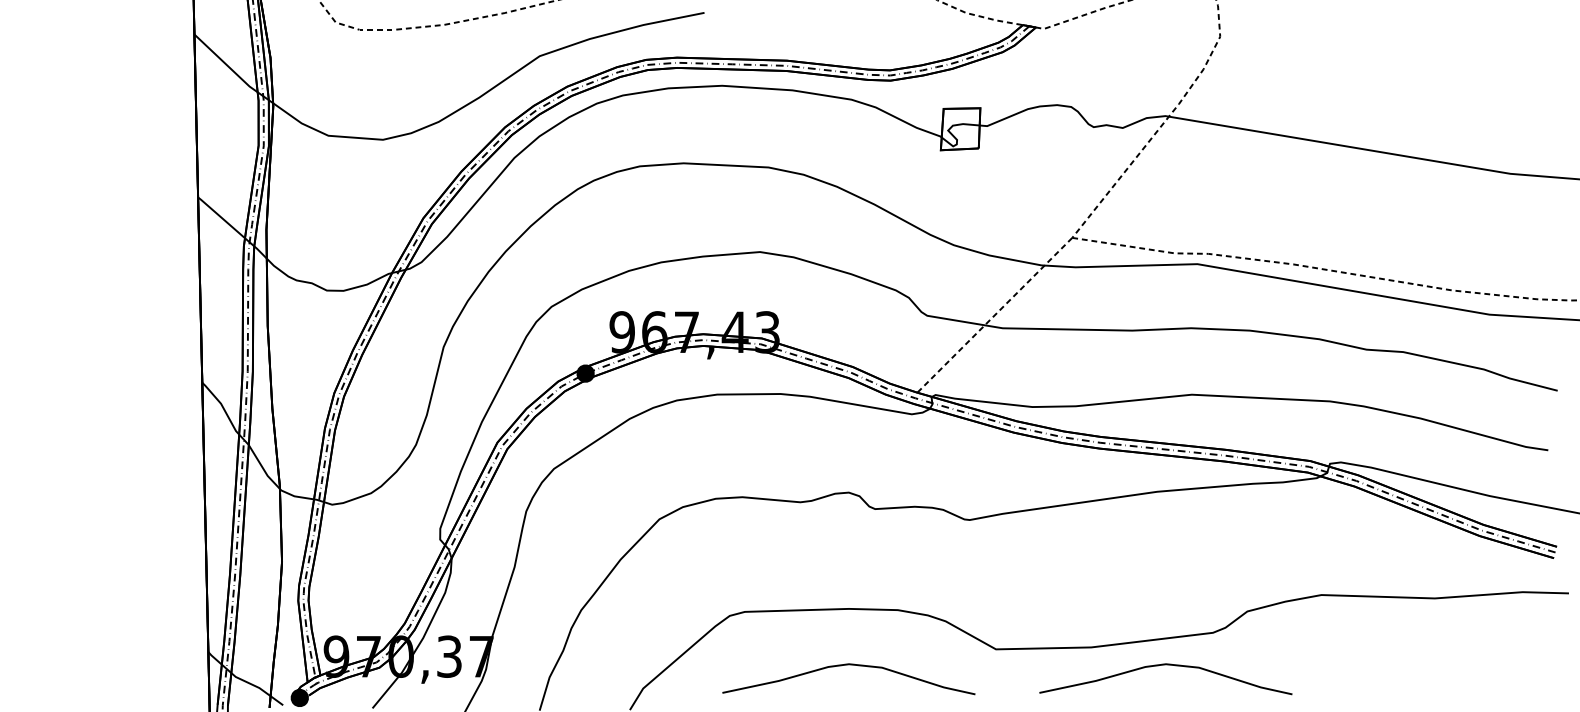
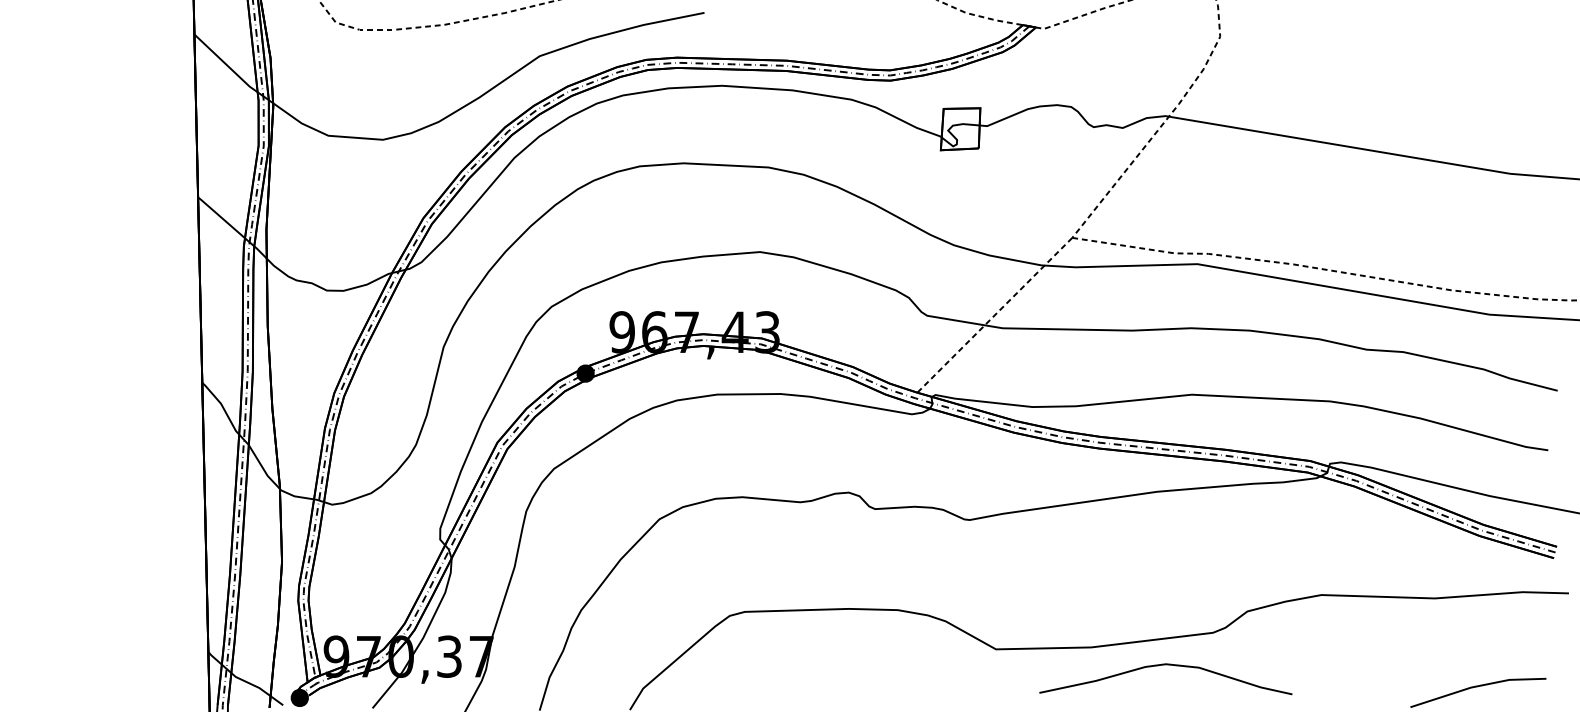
curve at (848, 665): present -> none
line at (1477, 687): none -> present
